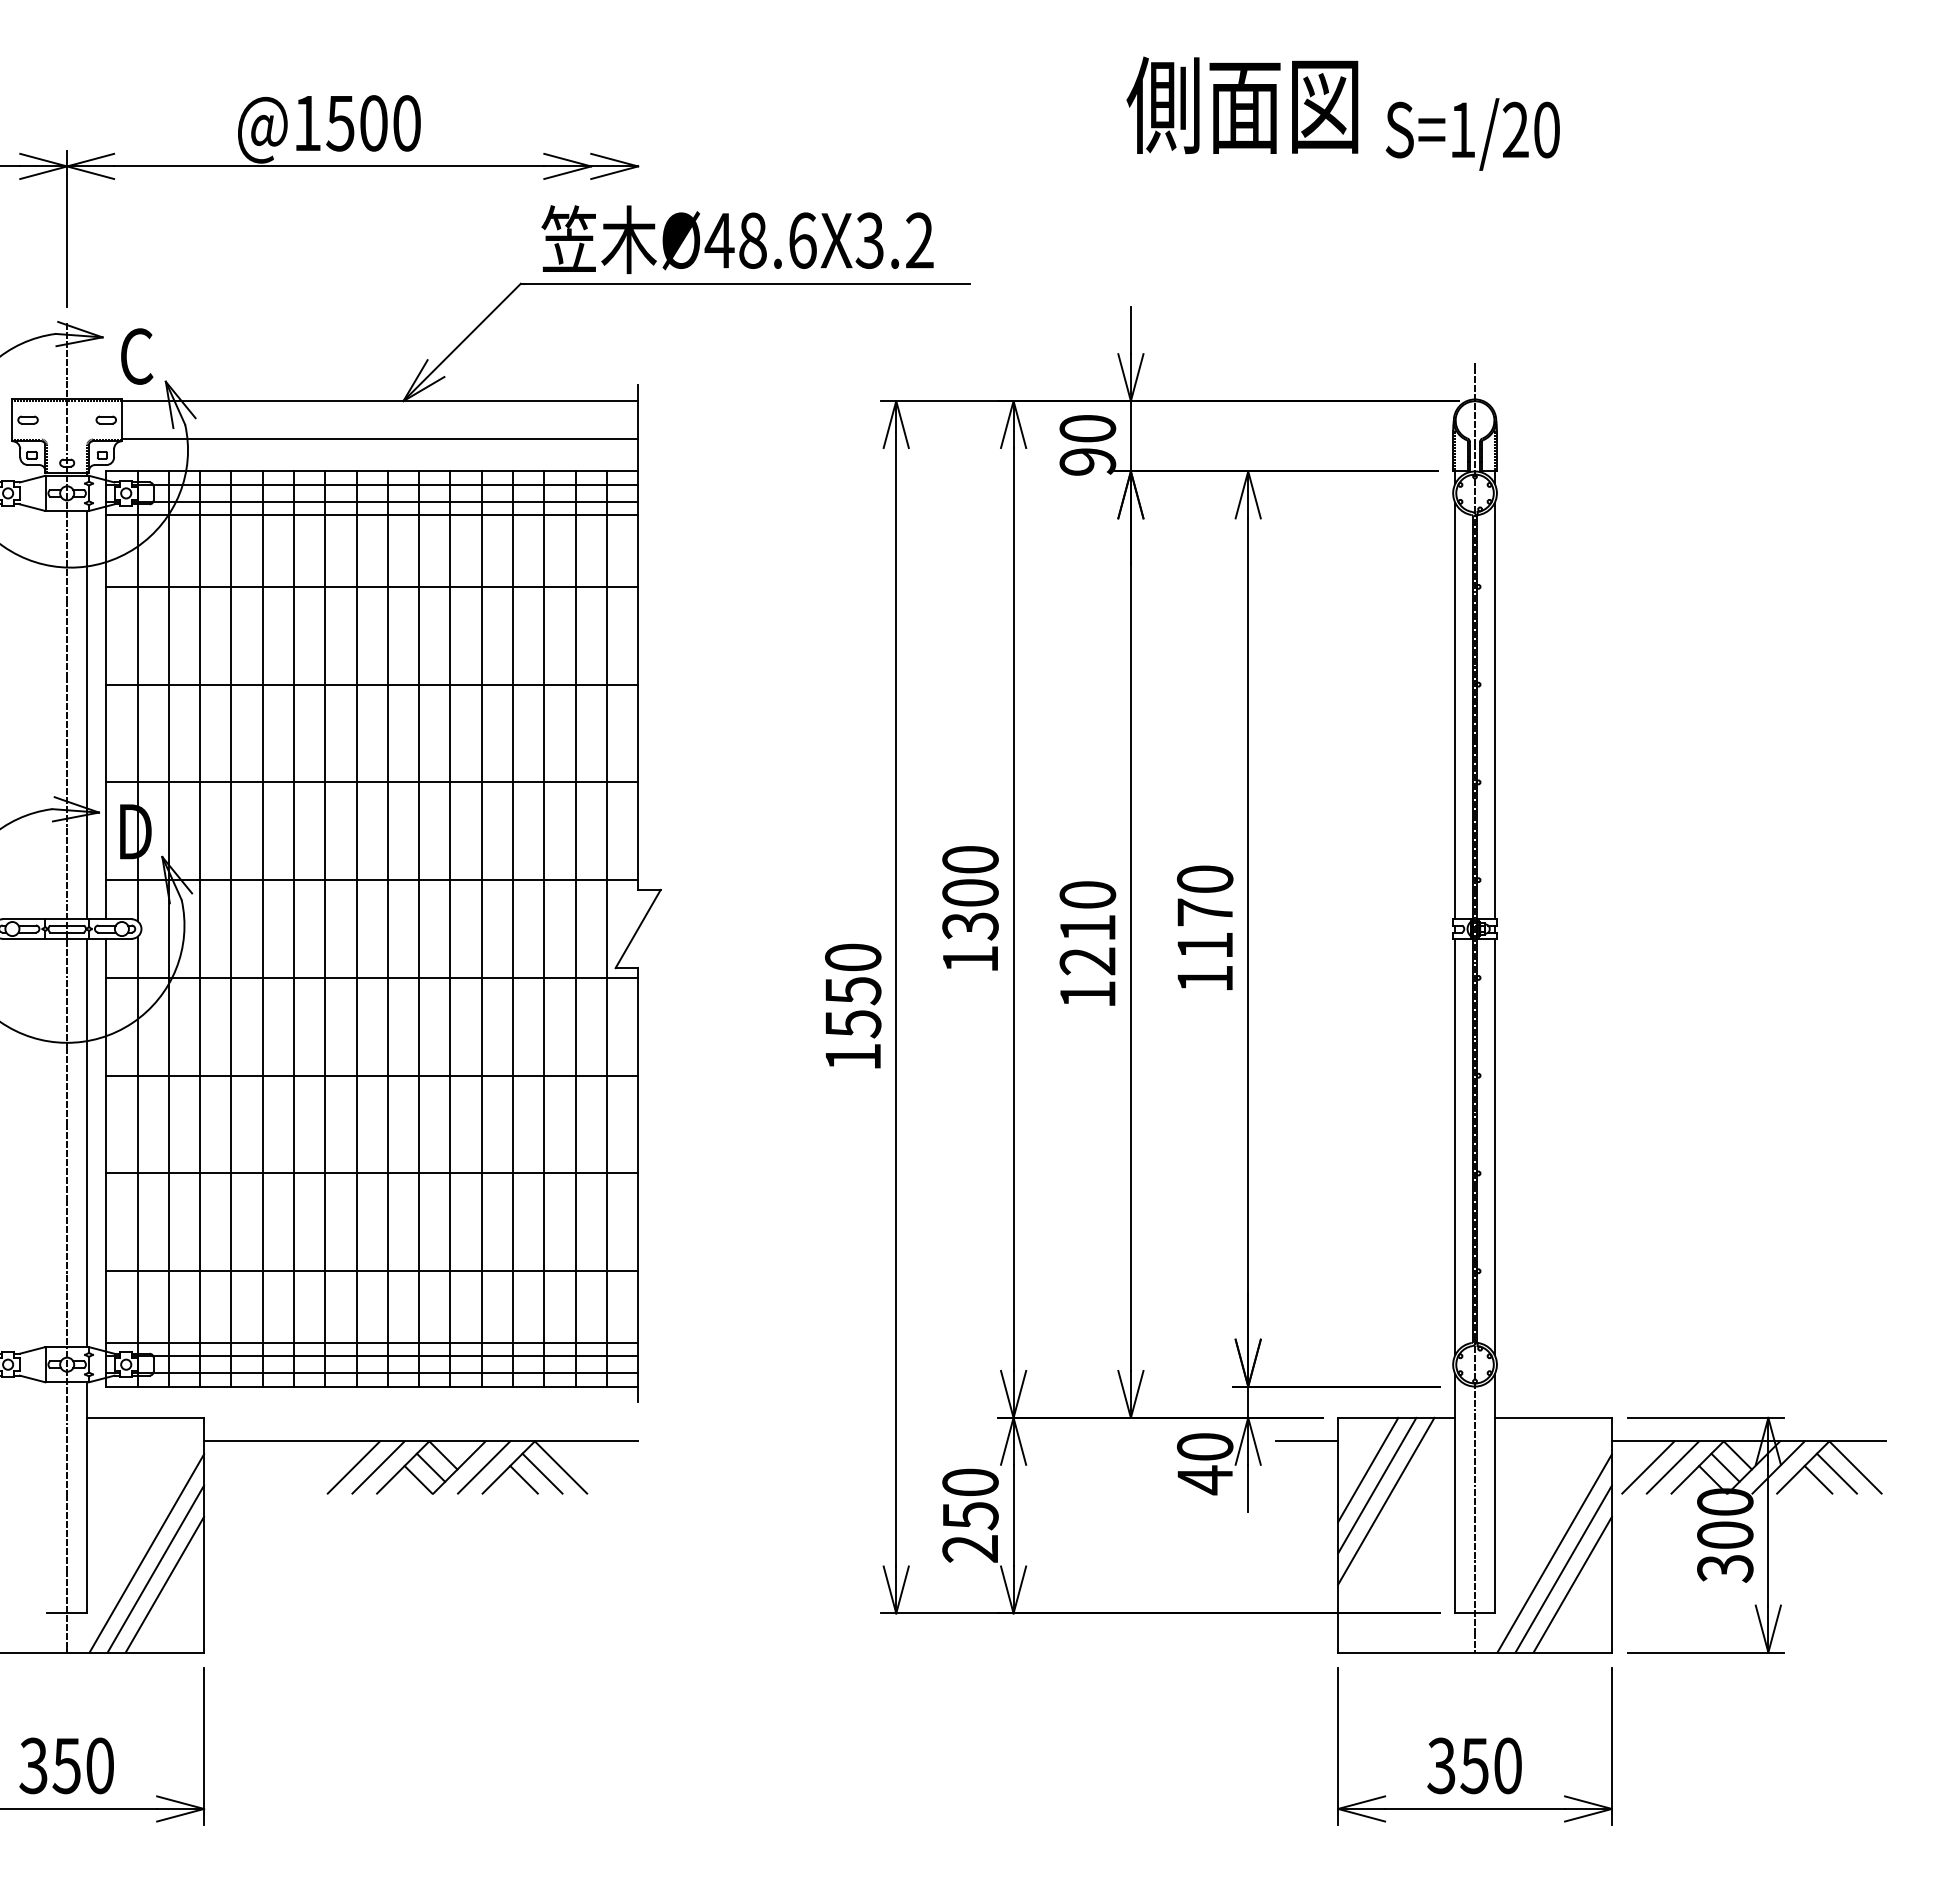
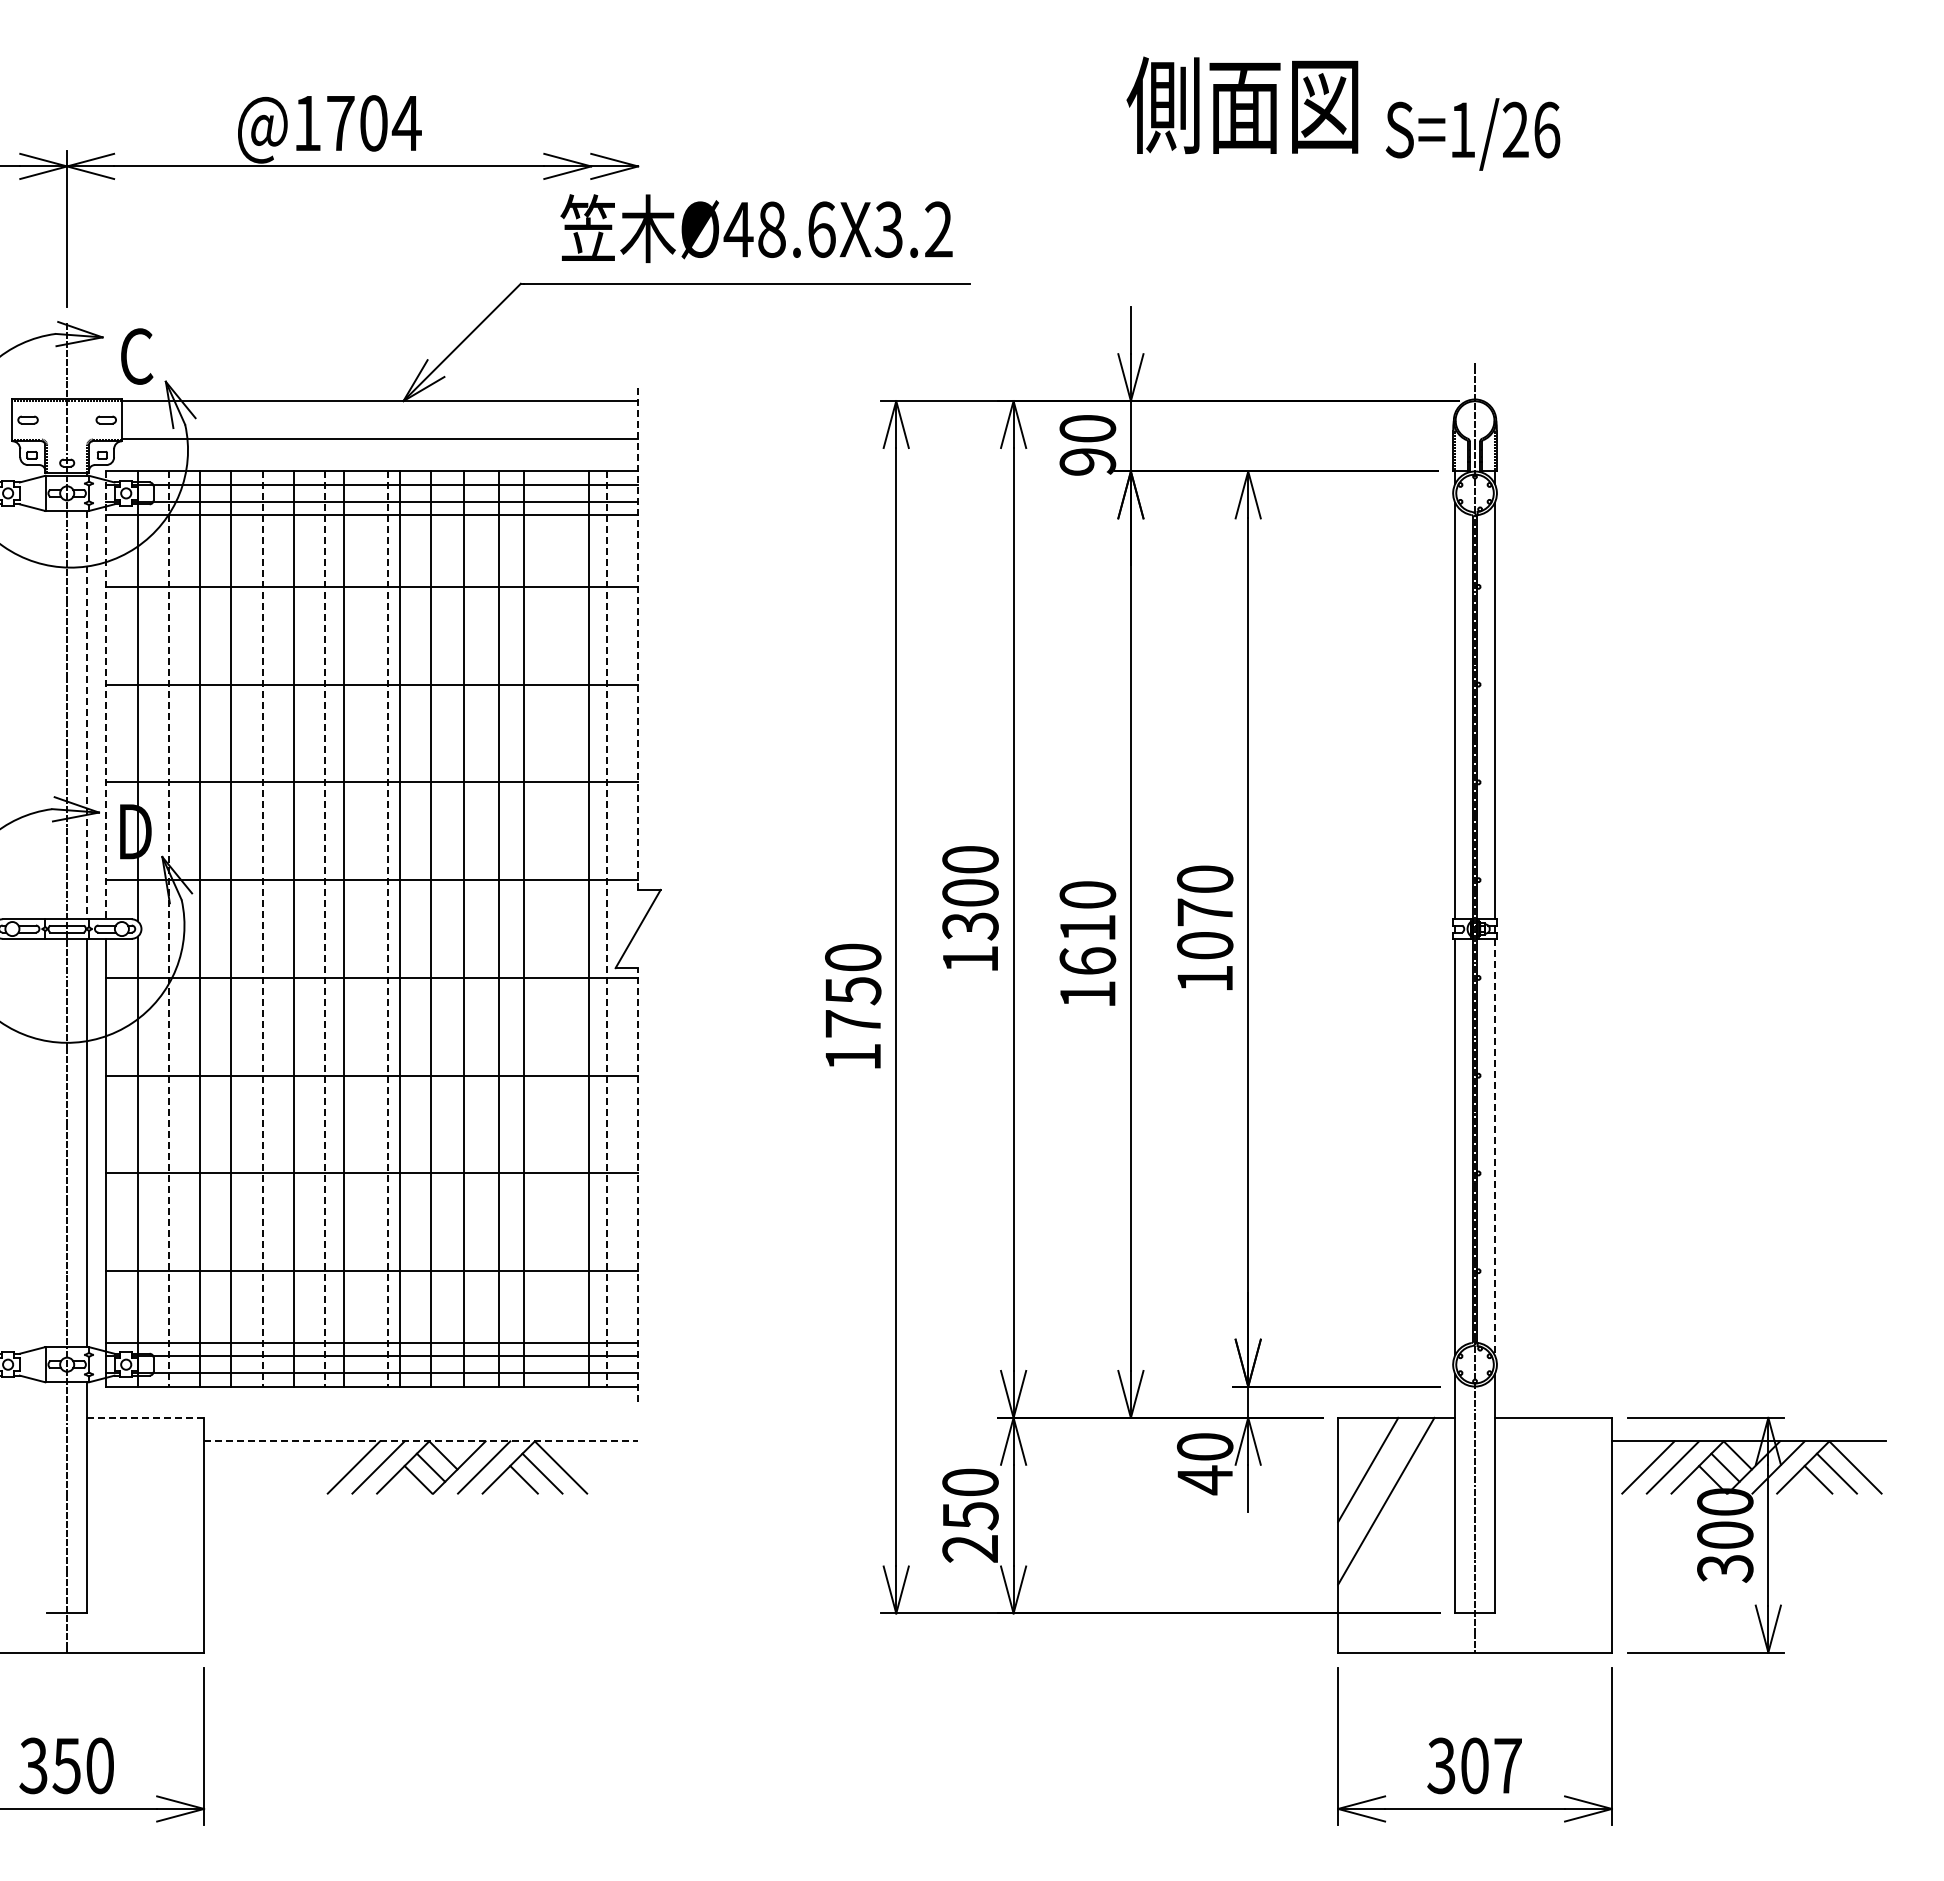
text at (373, 123): @1500 -> @1704
text at (1547, 129): S=1/20 -> S=1/26
text at (737, 239) position: (737, 239) -> (756, 228)
line at (638, 637): solid -> dashed
line at (106, 695): solid -> dashed
line at (87, 715): solid -> dashed
line at (356, 928) position: (356, 928) -> (343, 928)
line at (419, 928) position: (419, 928) -> (400, 928)
line at (450, 928) position: (450, 928) -> (431, 928)
line at (481, 928) position: (481, 928) -> (463, 928)
line at (513, 928) position: (513, 928) -> (499, 928)
line at (544, 928) position: (544, 928) -> (524, 928)
line at (575, 928) position: (575, 928) -> (588, 928)
line at (168, 929): solid -> dashed
line at (262, 929): solid -> dashed
line at (325, 929): solid -> dashed
line at (387, 929): solid -> dashed
line at (606, 929): solid -> dashed
text at (1204, 945): 1170 -> 1070
text at (1087, 961): 1210 -> 1610
text at (853, 1024): 1550 -> 1750
line at (1494, 1147): solid -> dashed
line at (638, 1184): solid -> dashed
line at (145, 1417): solid -> dashed
line at (421, 1441): solid -> dashed
line at (1306, 1441): present -> none
line at (1377, 1485): present -> none
line at (146, 1553): present -> none
line at (1554, 1553): present -> none
line at (155, 1568): present -> none
line at (1563, 1568): present -> none
line at (164, 1584): present -> none
line at (1572, 1584): present -> none
text at (1490, 1765): 350 -> 307
